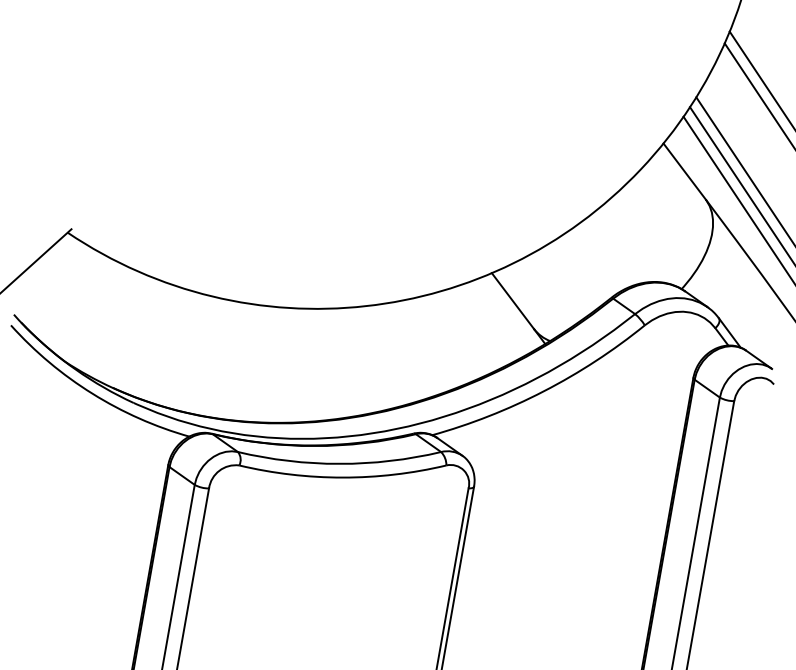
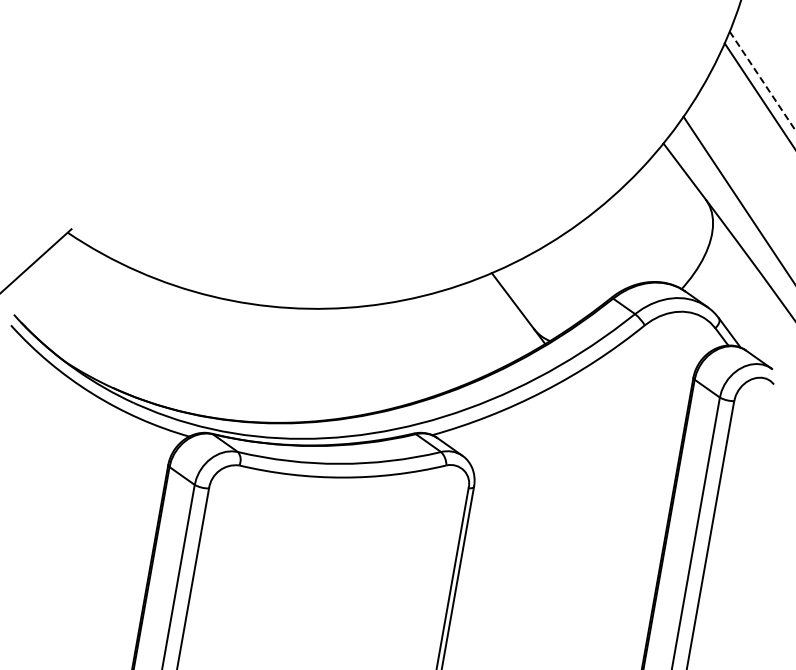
line at (762, 81): solid -> dashed
line at (744, 169): present -> none
line at (741, 184): present -> none
